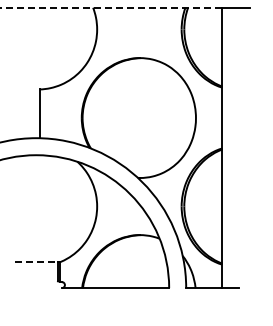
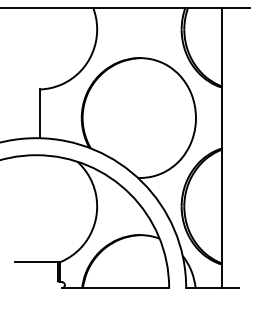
line at (111, 7): dashed -> solid
line at (36, 261): dashed -> solid
